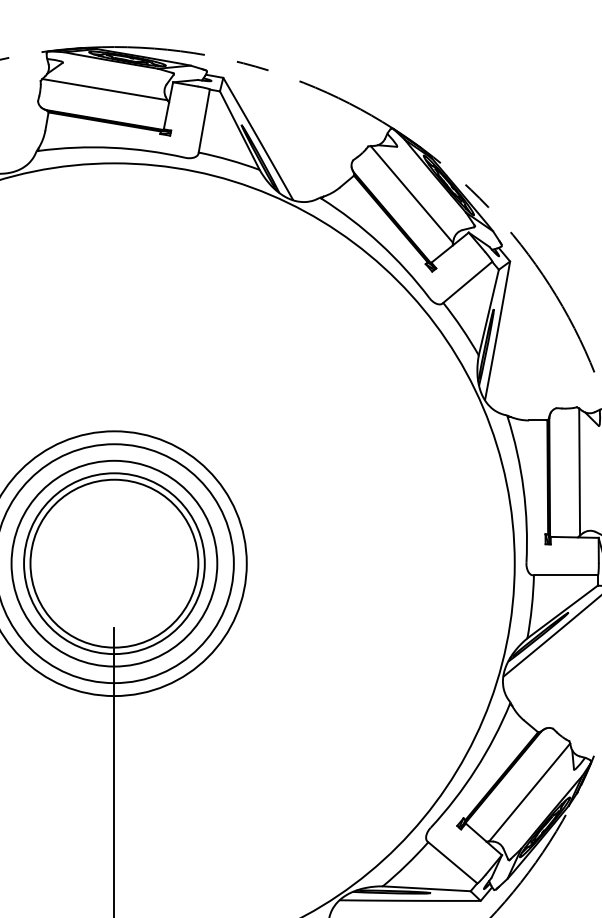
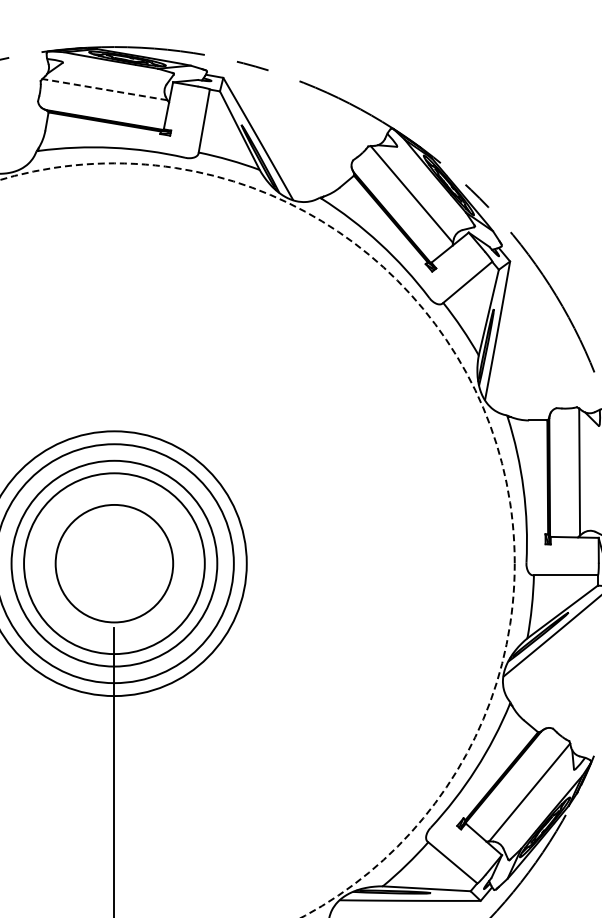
line at (104, 89): solid -> dashed
circle at (257, 540): solid -> dashed
circle at (114, 563) diameter: 168 px -> 118 px
